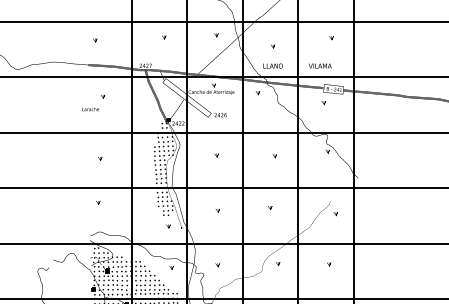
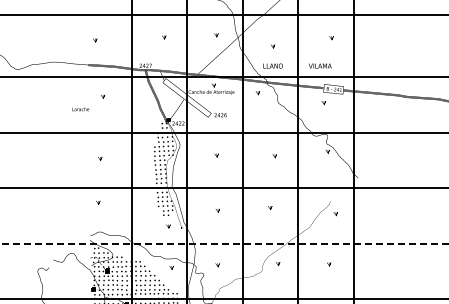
line at (223, 21) position: (223, 21) -> (223, 14)
text at (90, 109) position: (90, 109) -> (80, 109)
line at (224, 243): solid -> dashed
